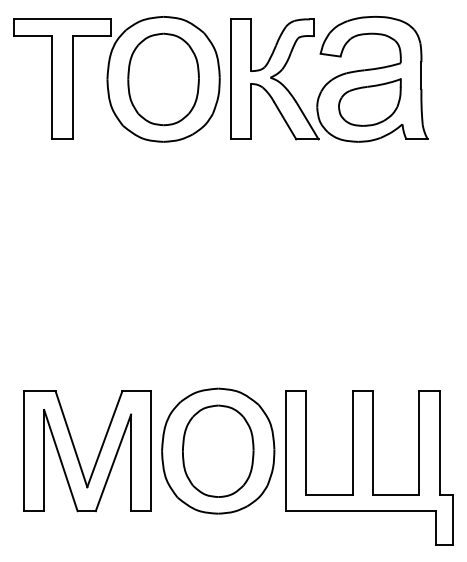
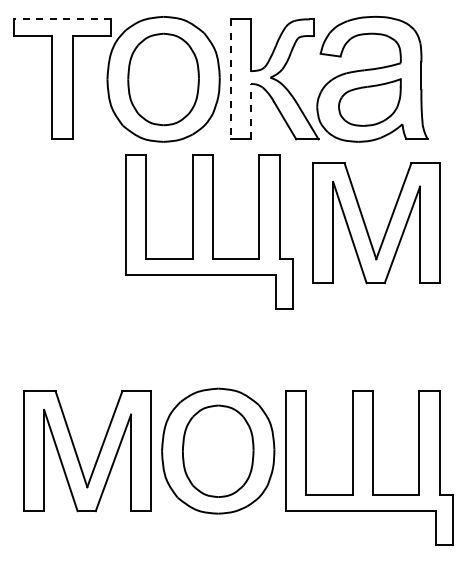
line at (62, 19): solid -> dashed
line at (230, 79): solid -> dashed
line at (250, 111): solid -> dashed
part at (366, 225): none -> present
part at (209, 231): none -> present
